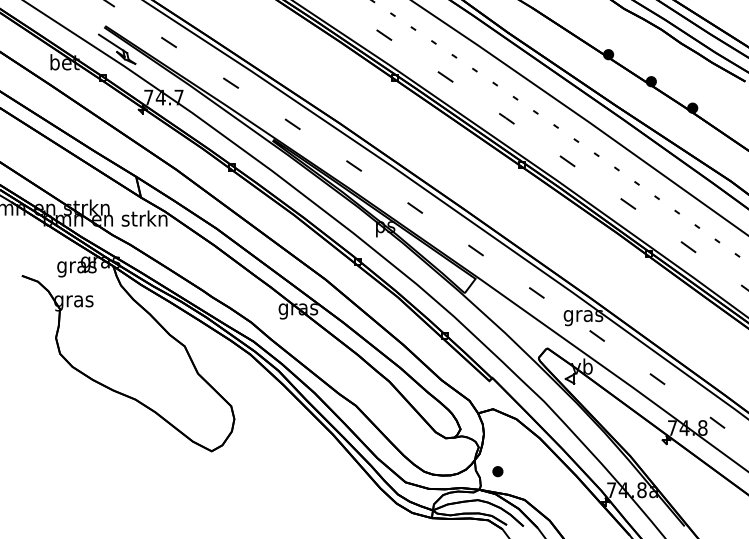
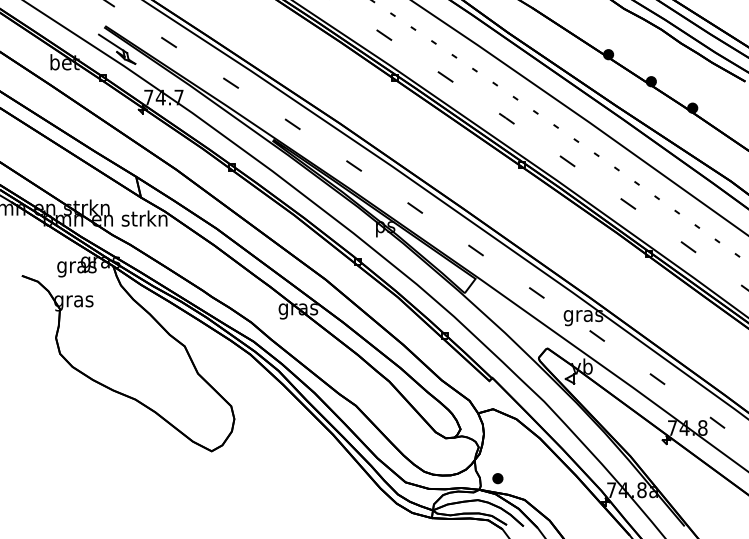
part at (497, 471) position: (497, 471) -> (497, 478)
